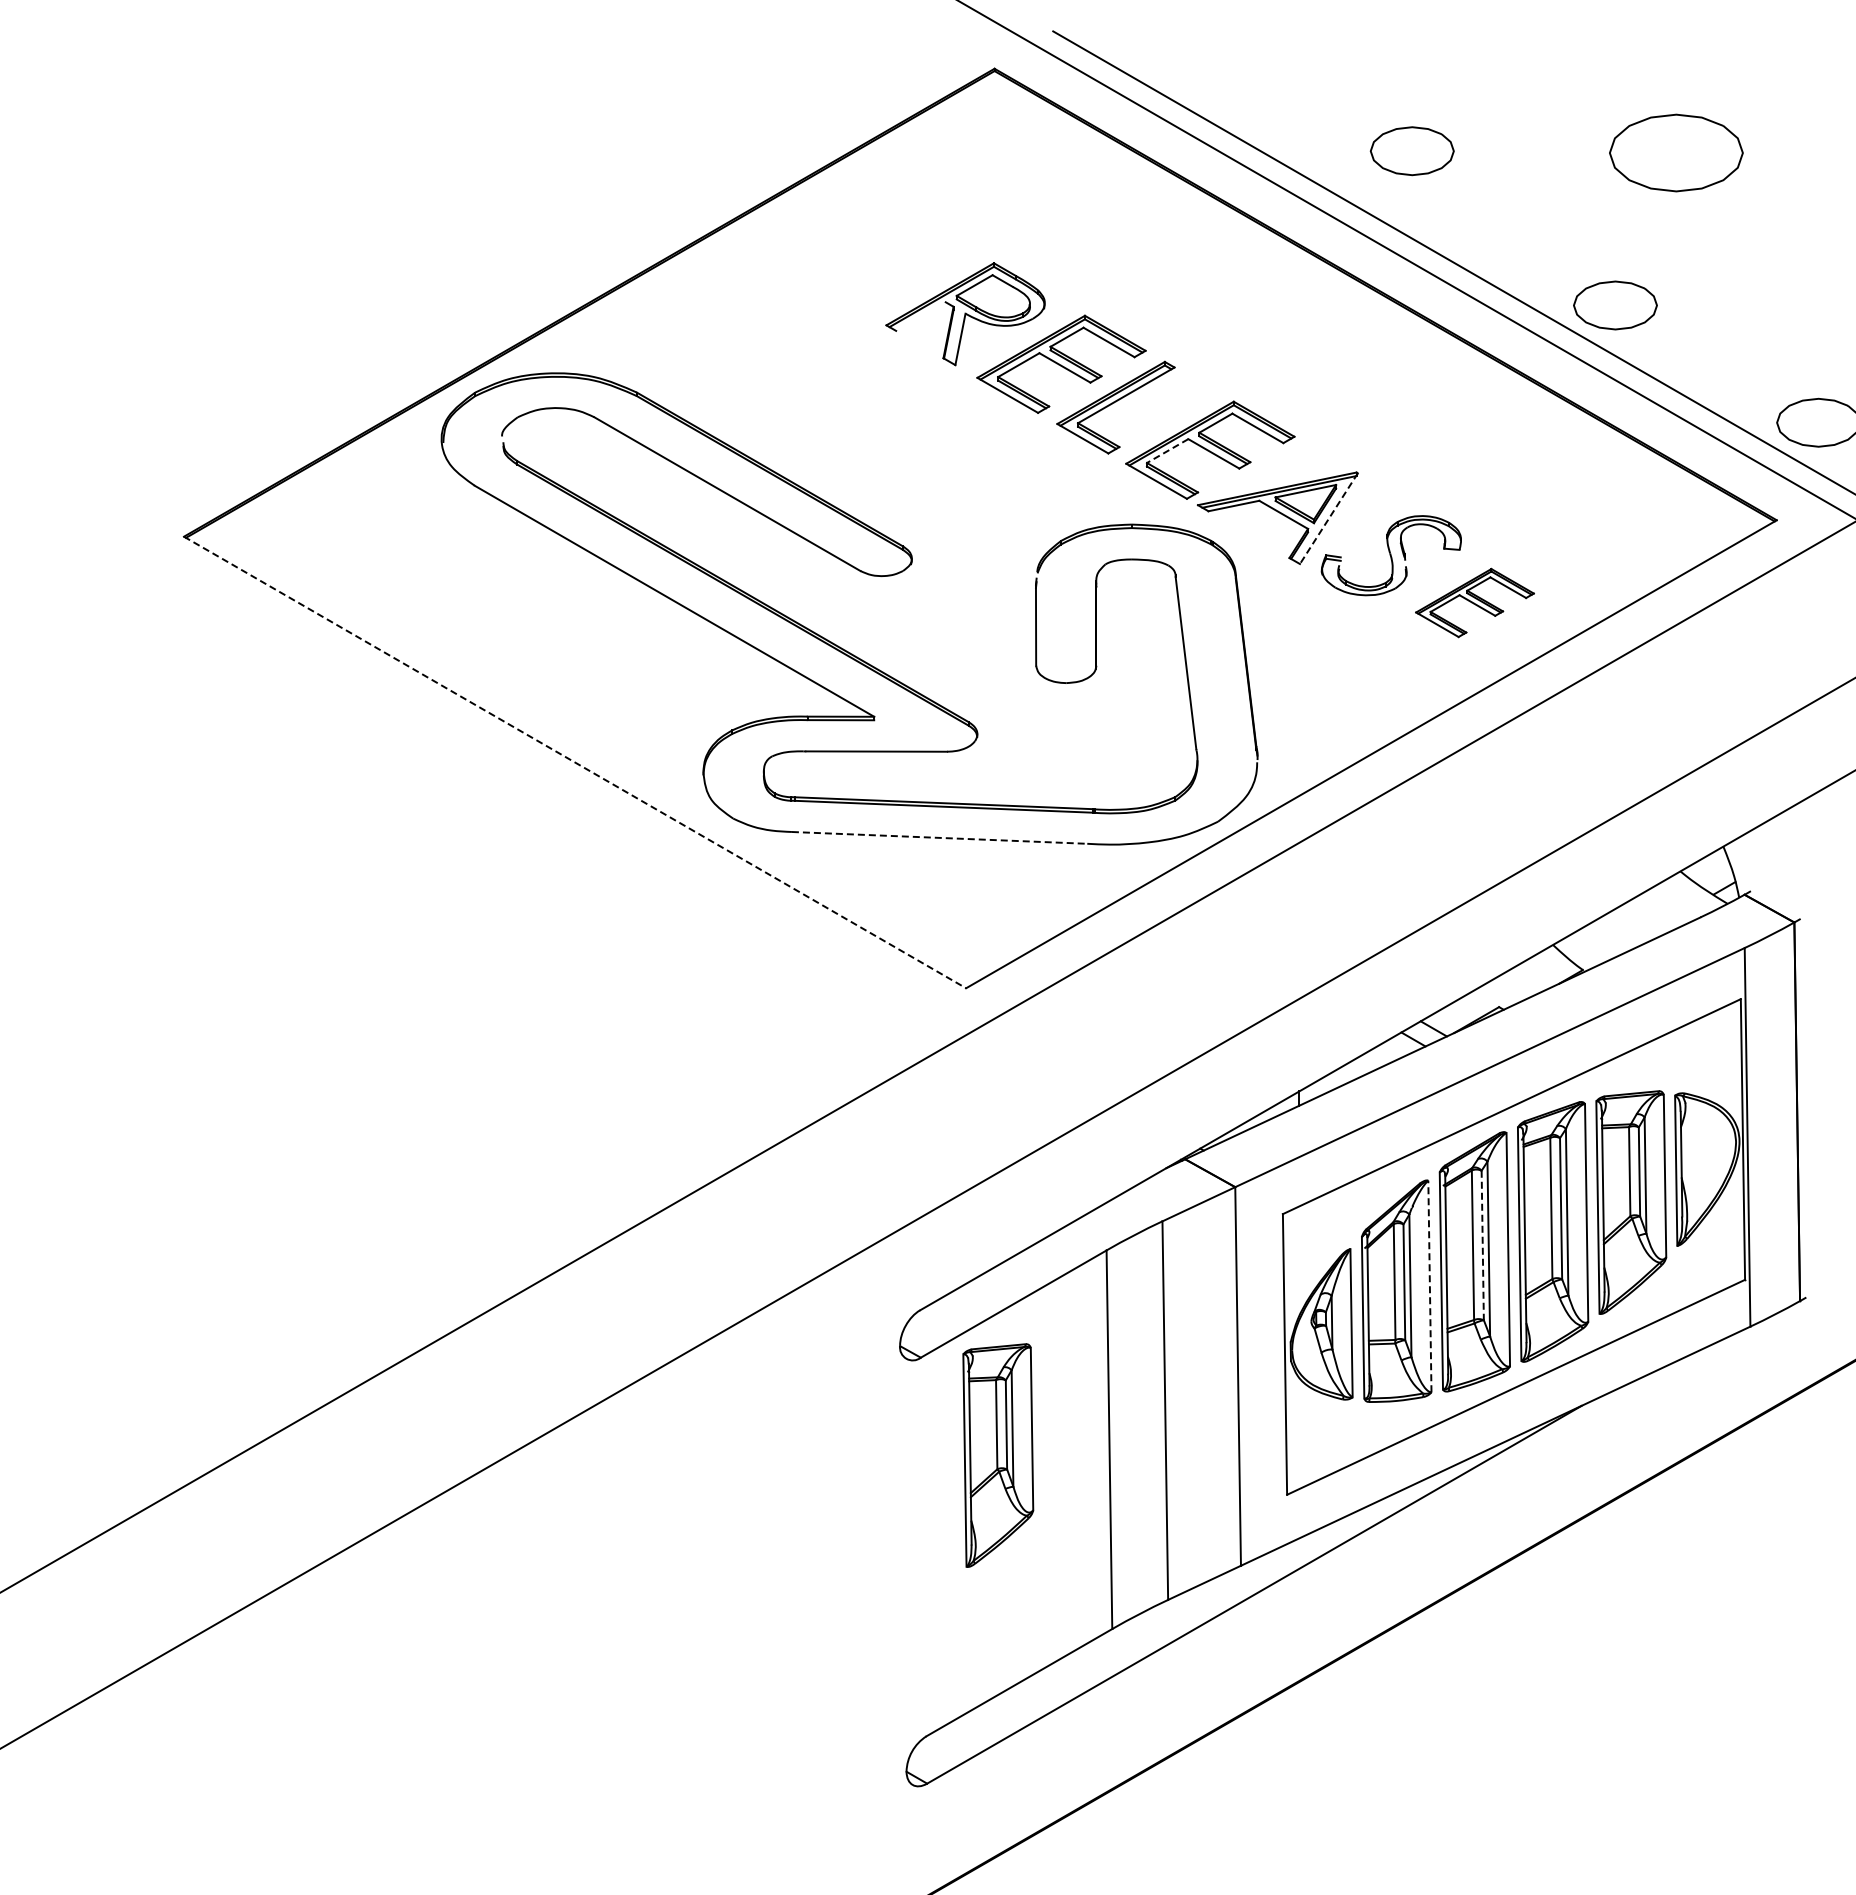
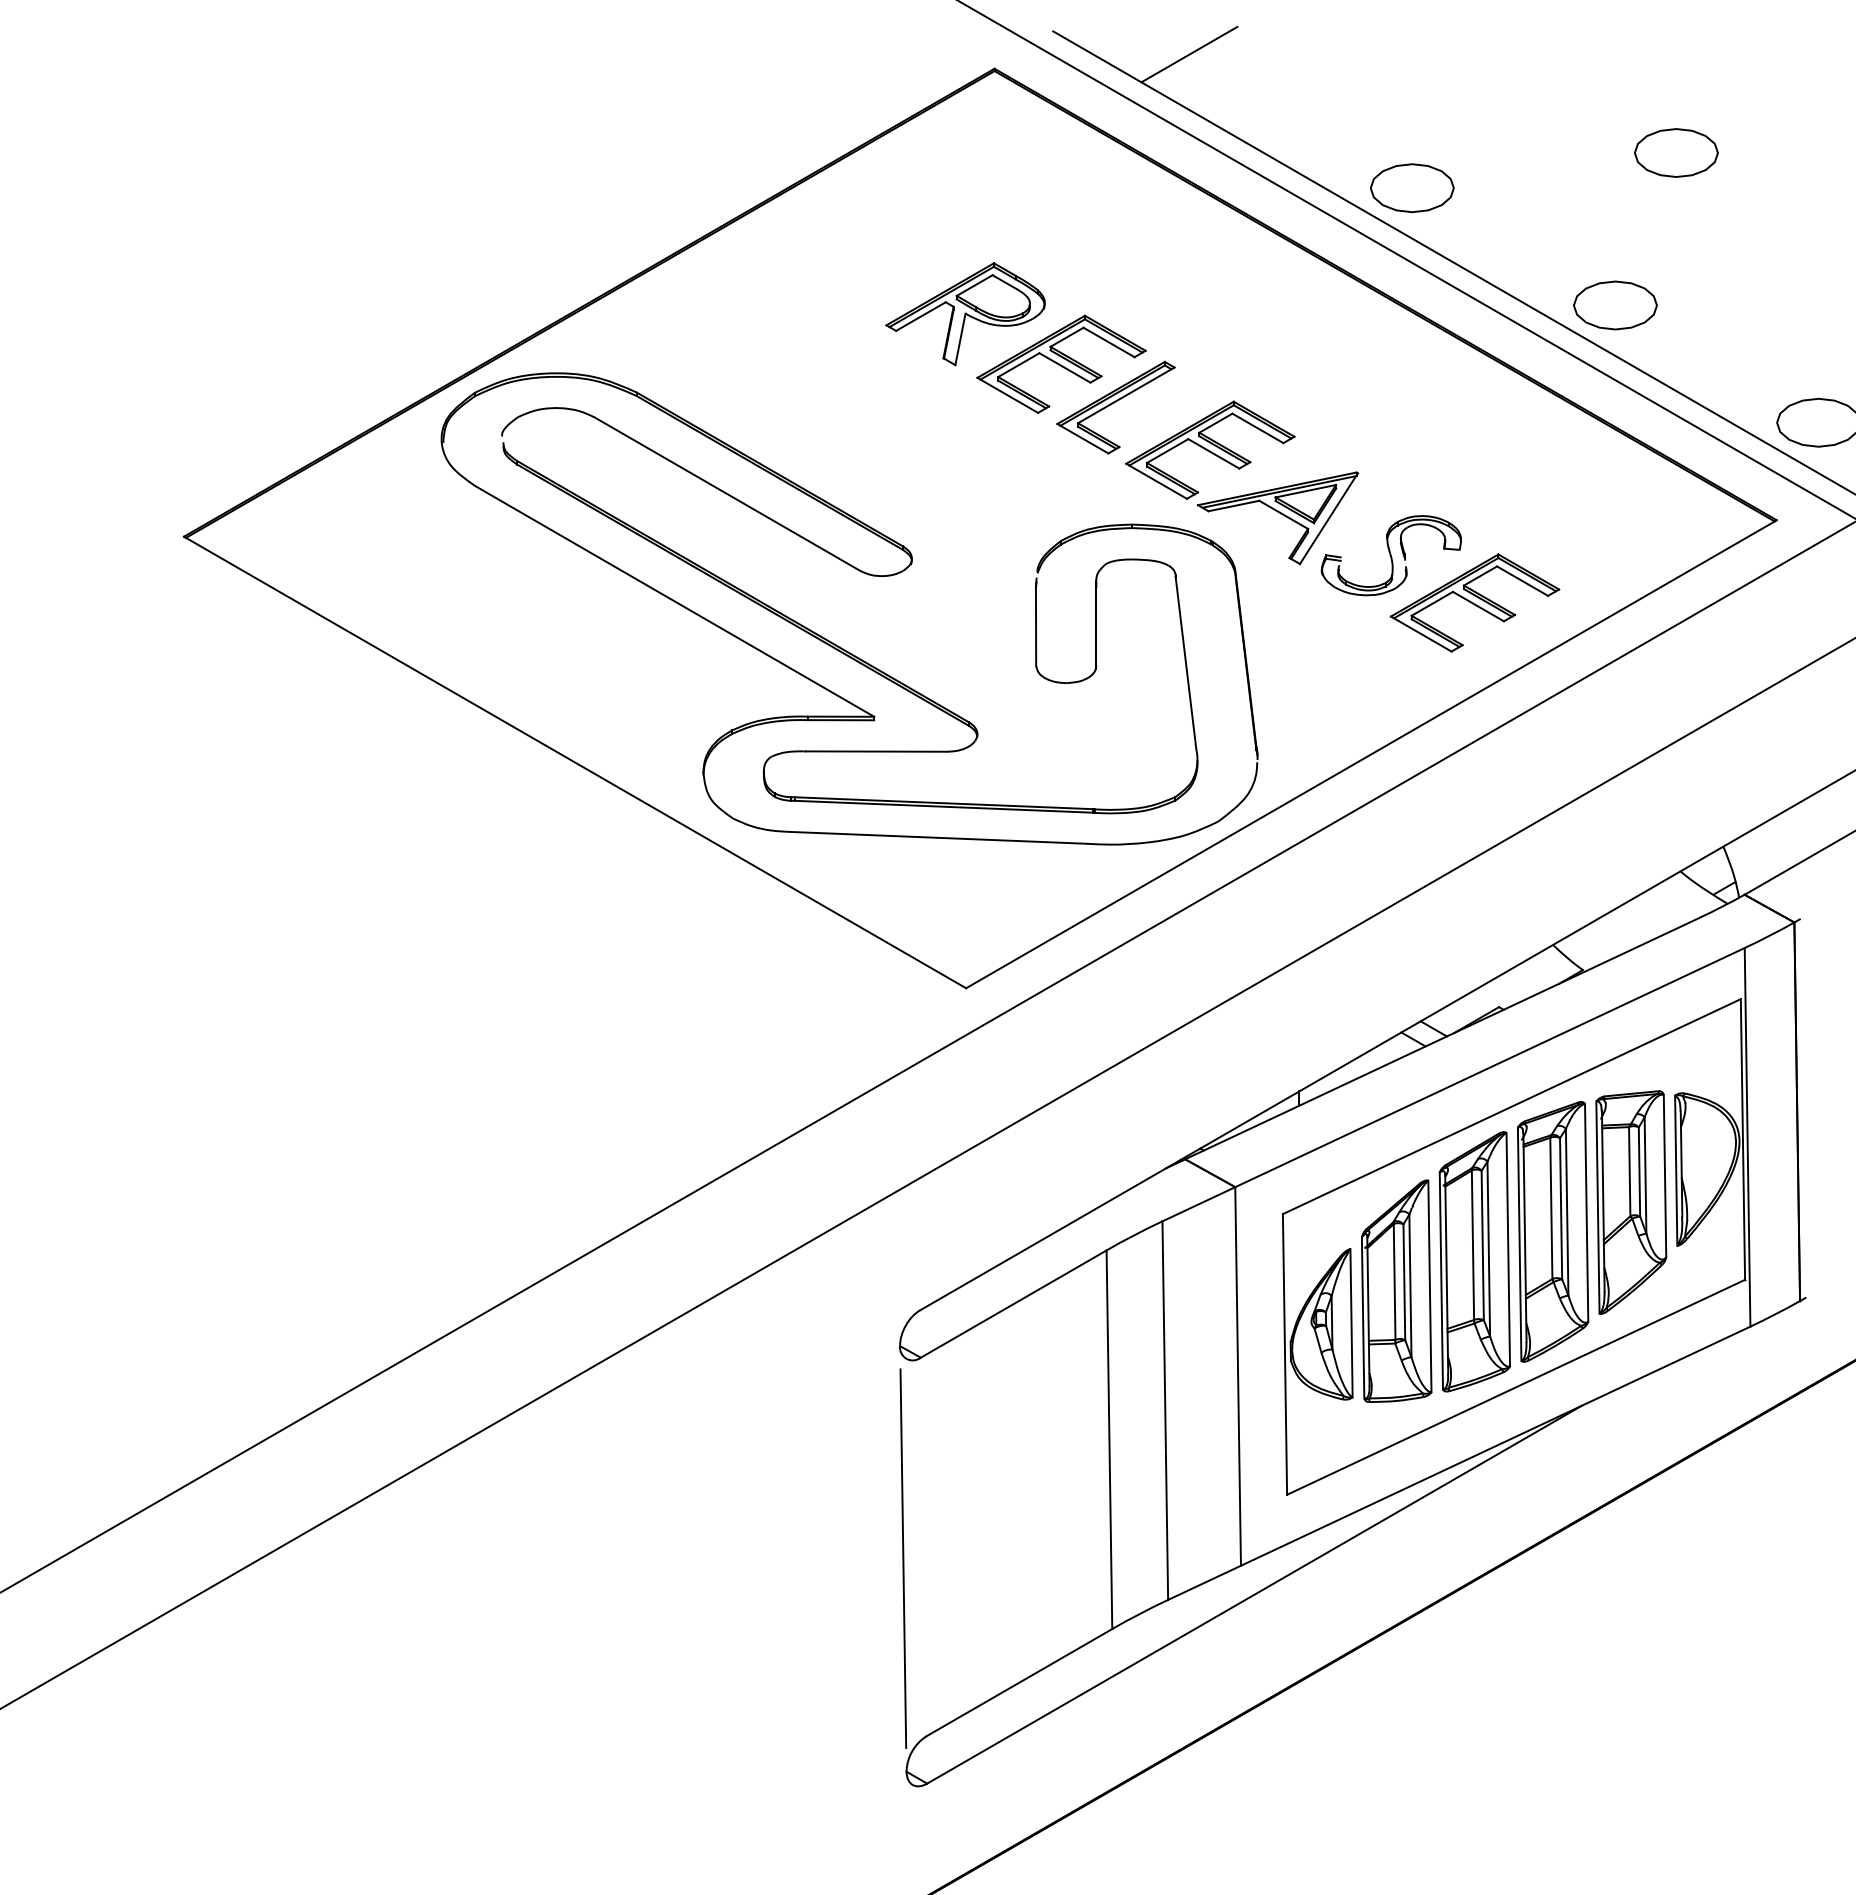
line at (1189, 54): none -> present
part at (1411, 151) position: (1411, 151) -> (1411, 188)
part at (1676, 152) size: 135x80 px -> 85x50 px
line at (920, 316): none -> present
line at (1167, 451): dashed -> solid
line at (1328, 518): dashed -> solid
part at (1474, 602) size: 120x72 px -> 172x100 px
line at (575, 762): dashed -> solid
line at (939, 837): dashed -> solid
line at (1801, 861): none -> present
line at (927, 1213) position: (927, 1213) -> (927, 1173)
line at (1482, 1245): dashed -> solid
line at (1429, 1286): dashed -> solid
part at (998, 1455): present -> none
line at (903, 1558): none -> present
